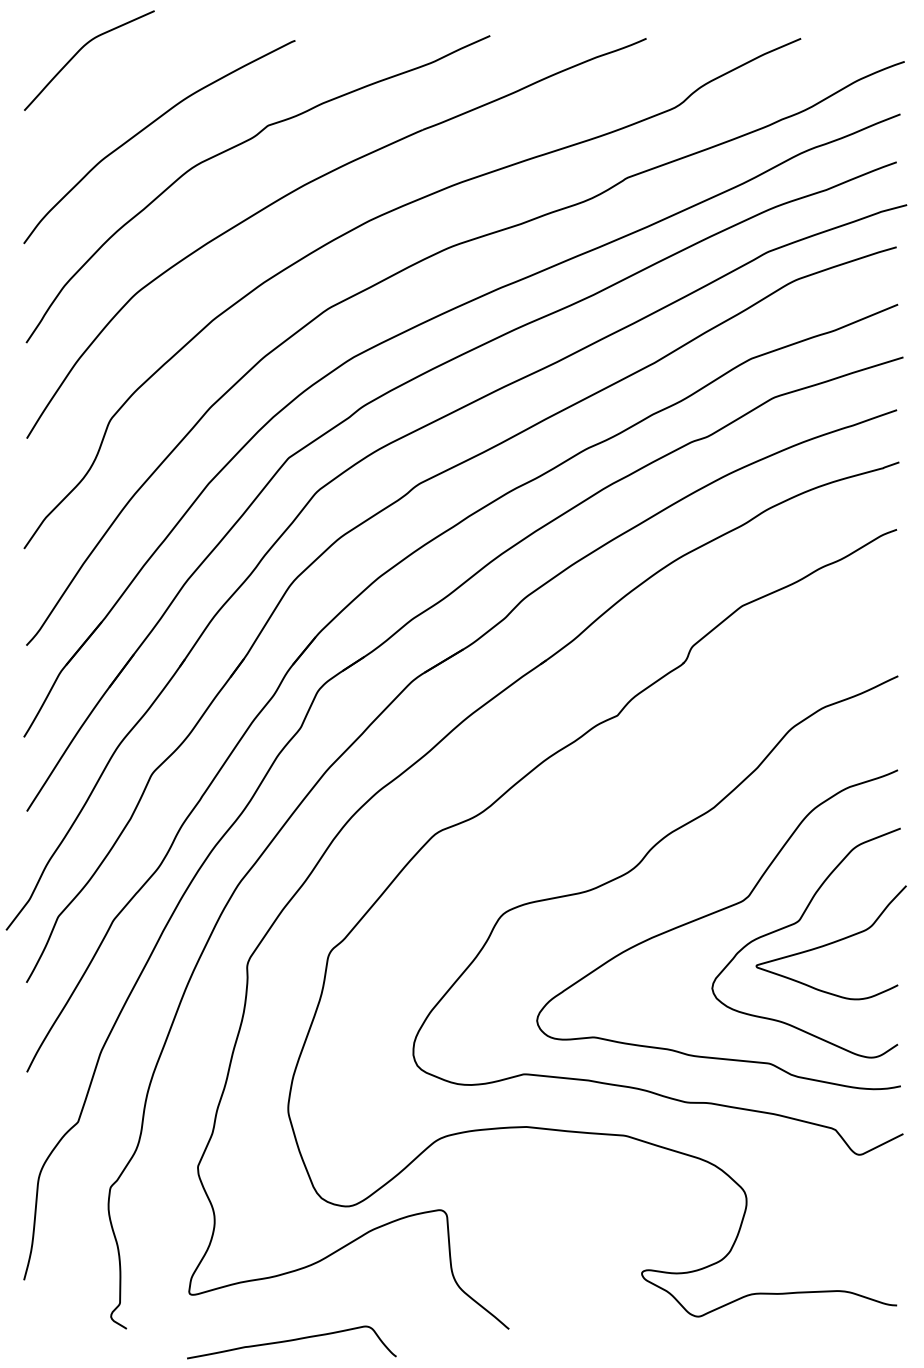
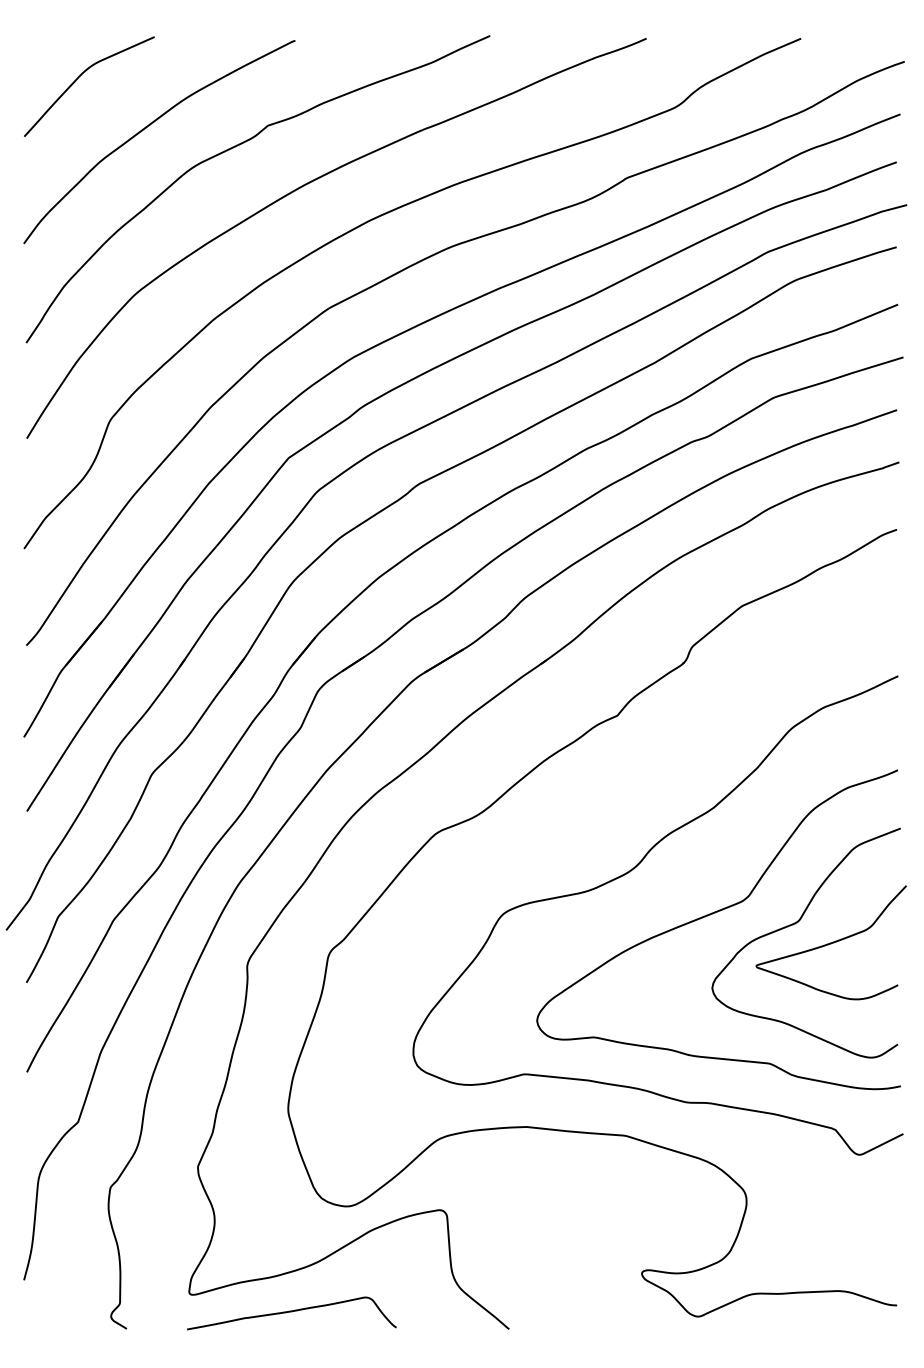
curve at (80, 50) position: (80, 50) -> (80, 76)
curve at (291, 1341) position: (291, 1341) -> (291, 1312)
